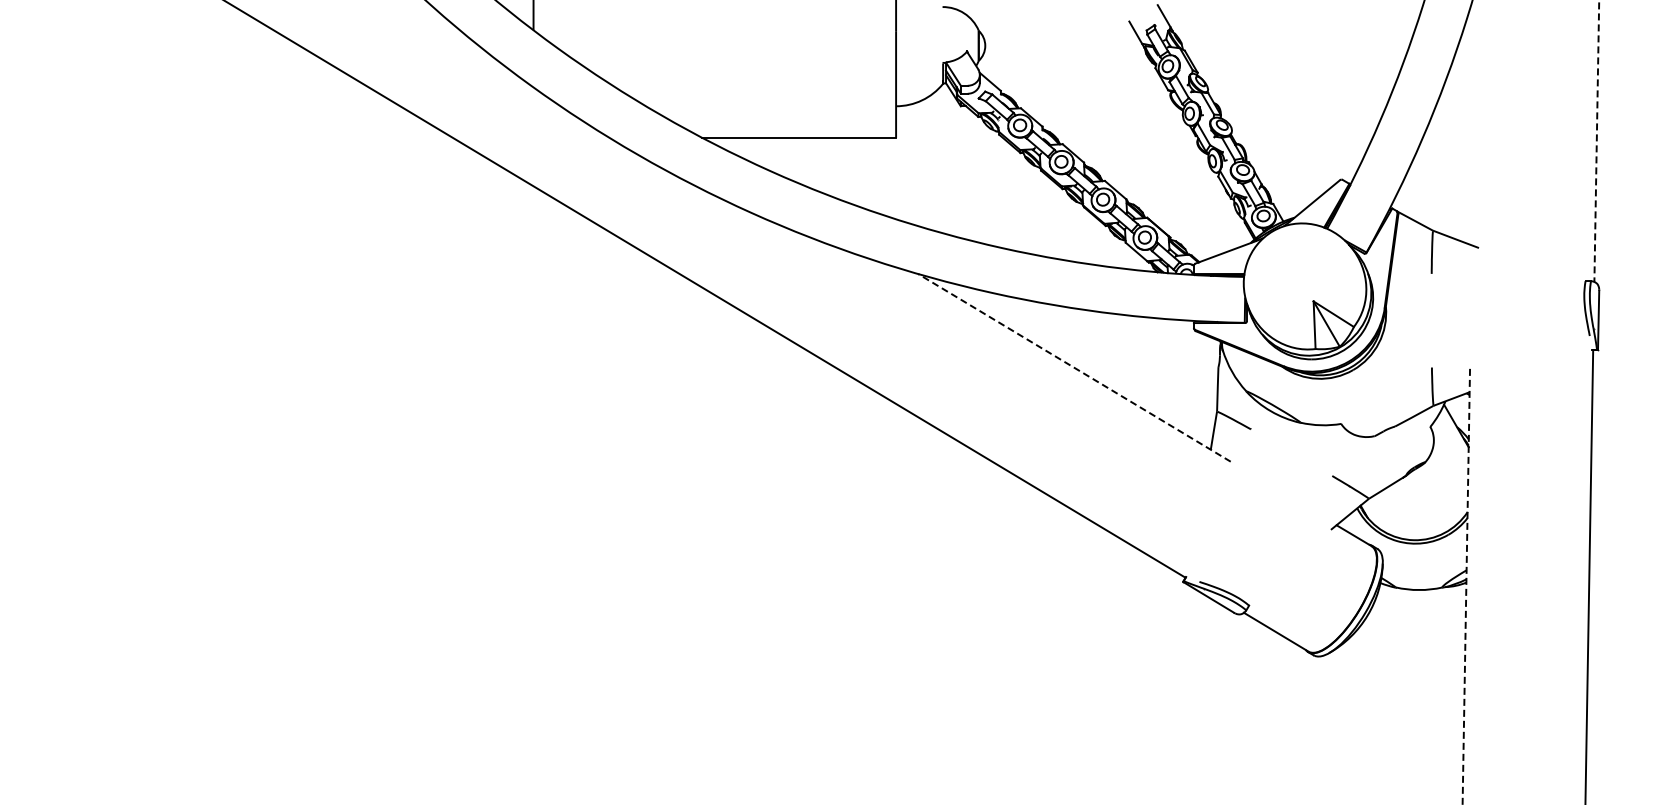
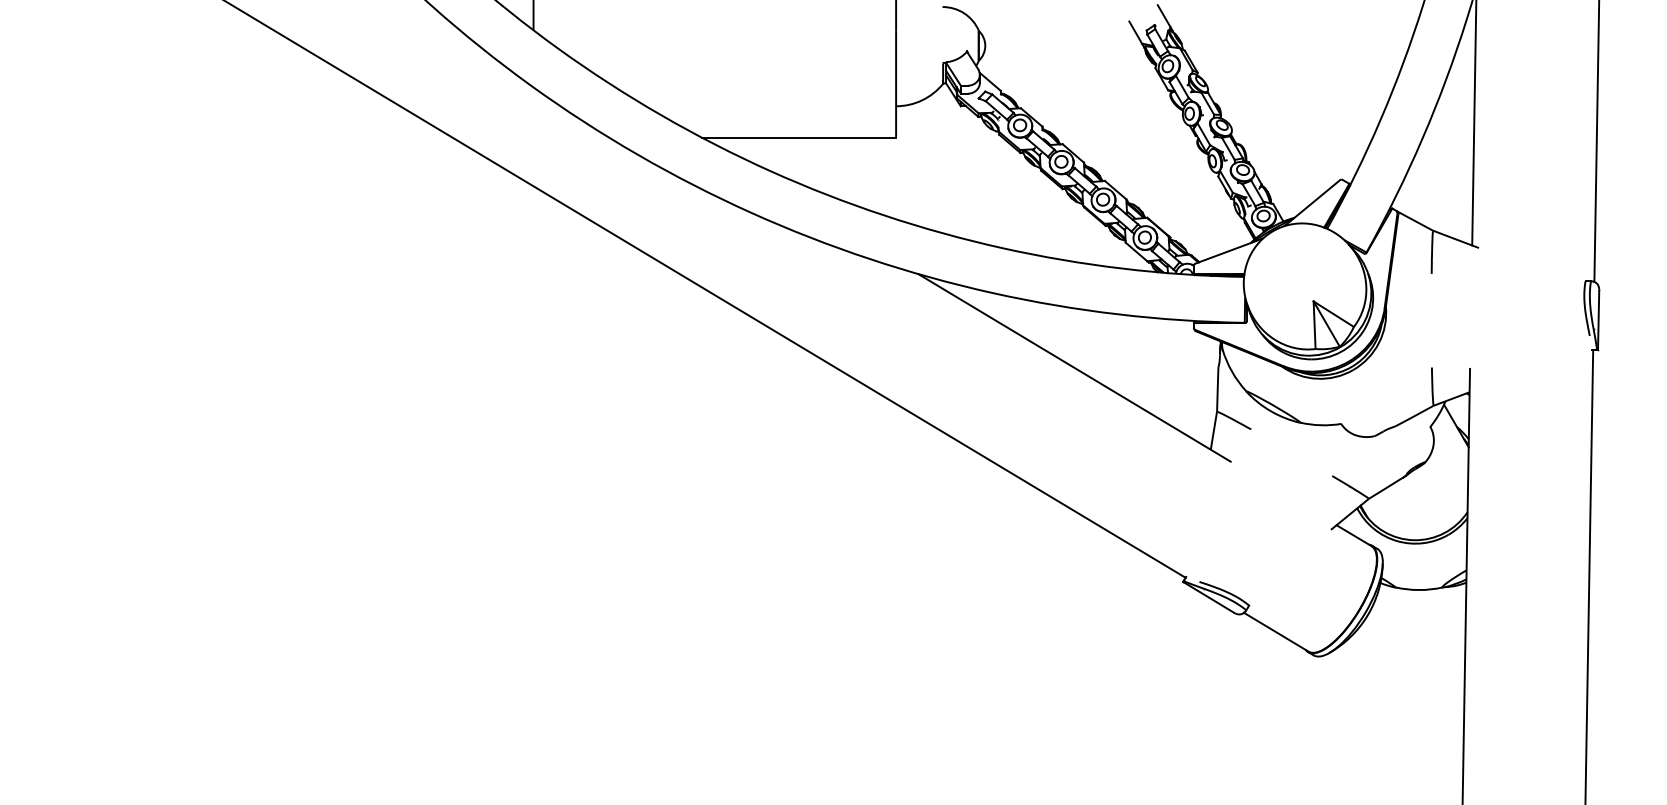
line at (1474, 123): none -> present
line at (1596, 141): dashed -> solid
line at (1074, 367): dashed -> solid
line at (1466, 586): dashed -> solid
